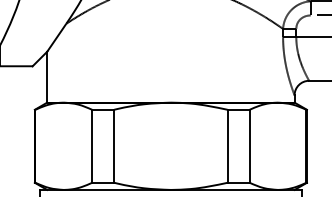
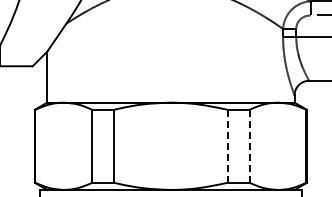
line at (227, 146): solid -> dashed
line at (249, 146): solid -> dashed
